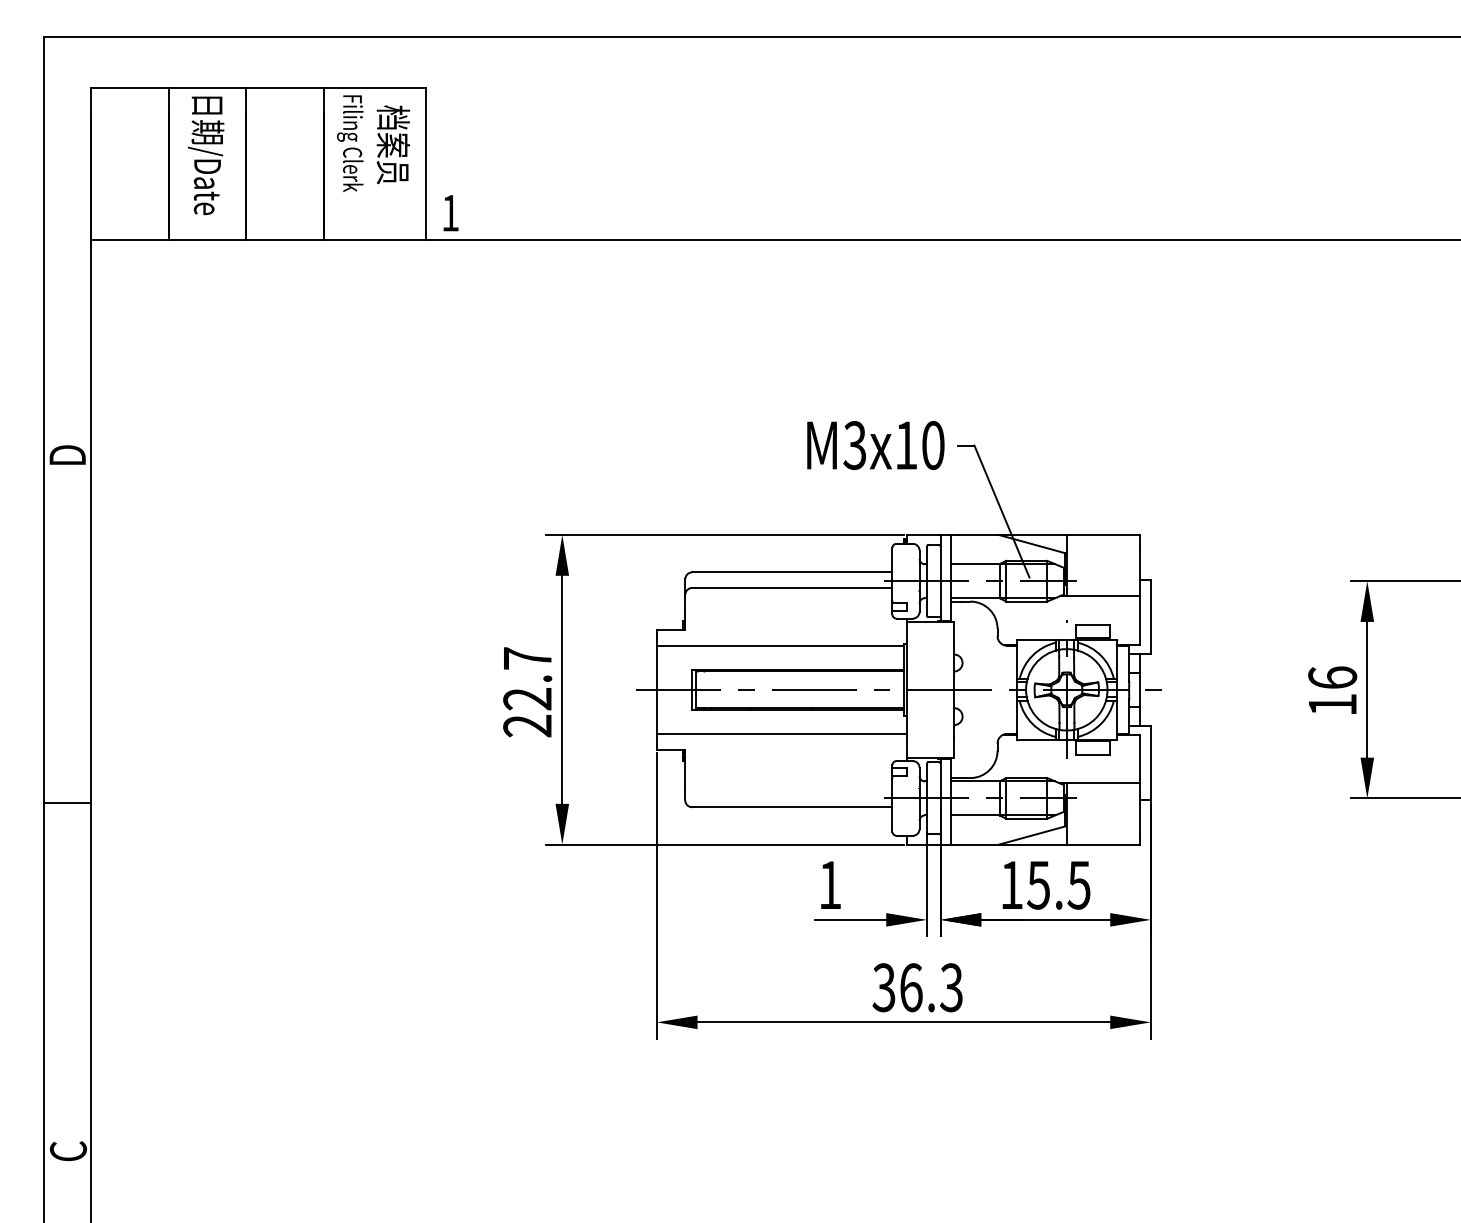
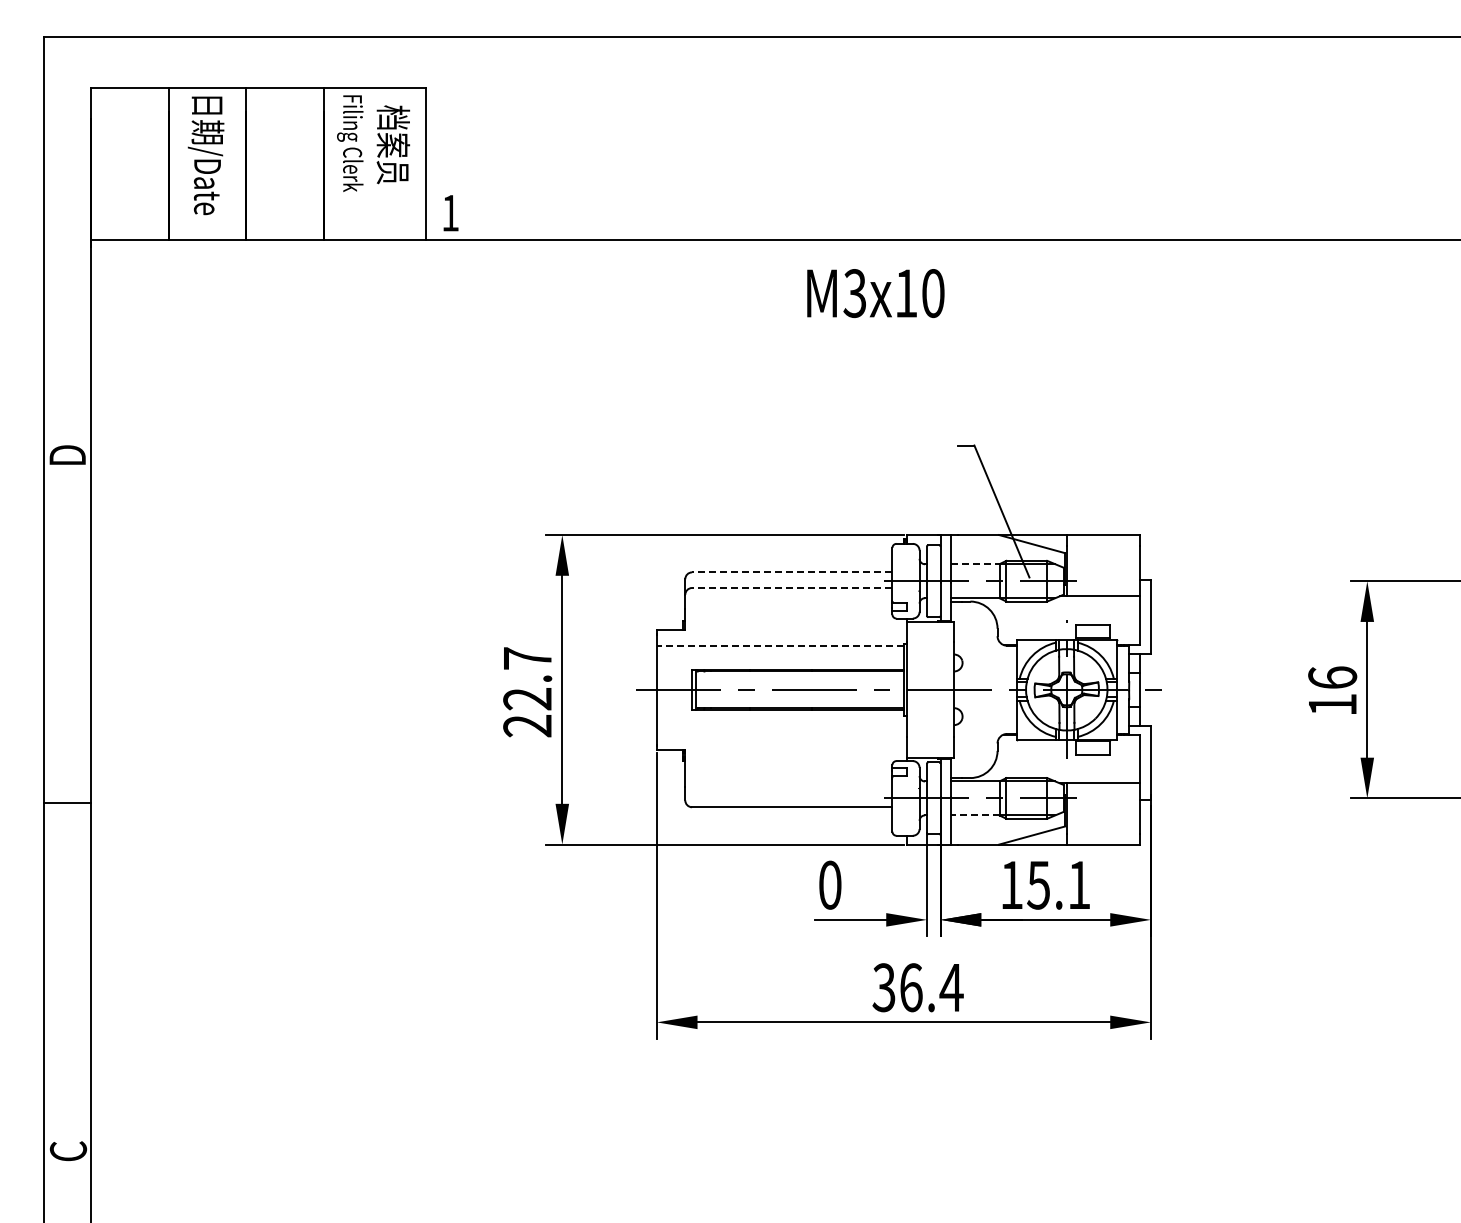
text at (875, 445) position: (875, 445) -> (875, 293)
line at (976, 564): solid -> dashed
line at (791, 572): solid -> dashed
line at (791, 588): solid -> dashed
line at (780, 645): solid -> dashed
line at (781, 733): present -> none
line at (975, 815): solid -> dashed
text at (830, 884): 1 -> 0
text at (1078, 885): 15.5 -> 15.1
text at (951, 987): 36.3 -> 36.4
